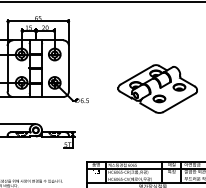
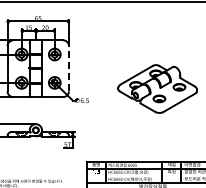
line at (68, 68): solid -> dashed
